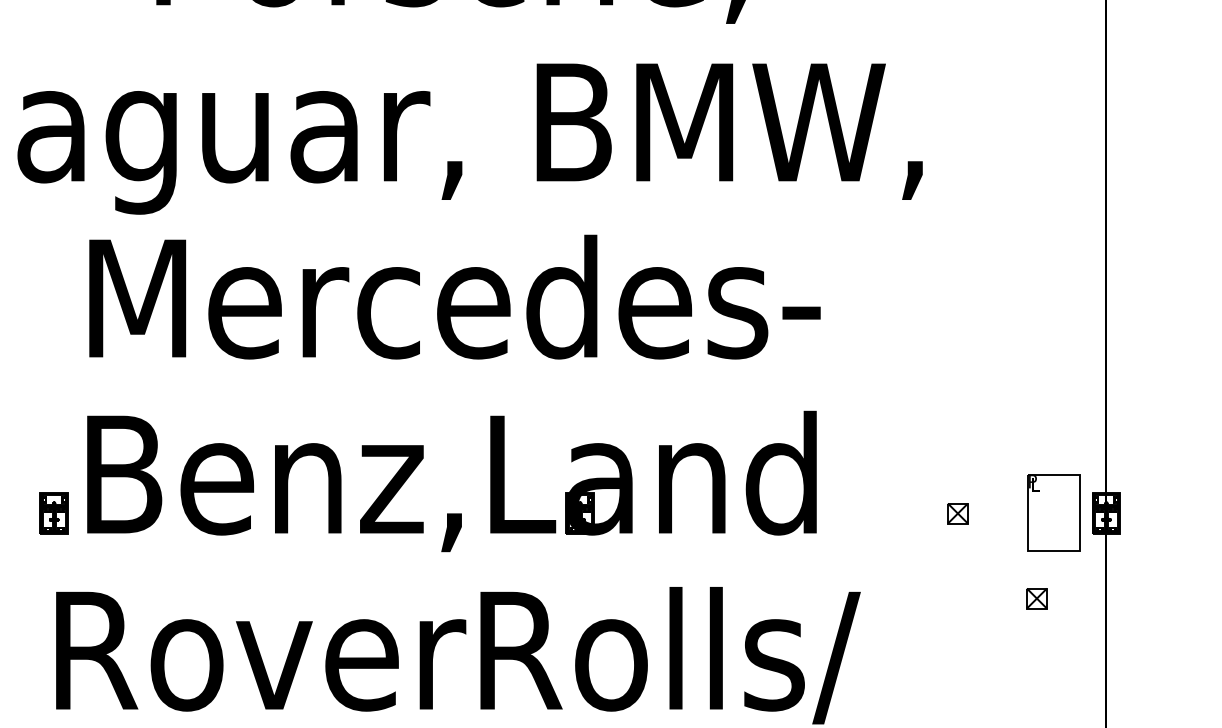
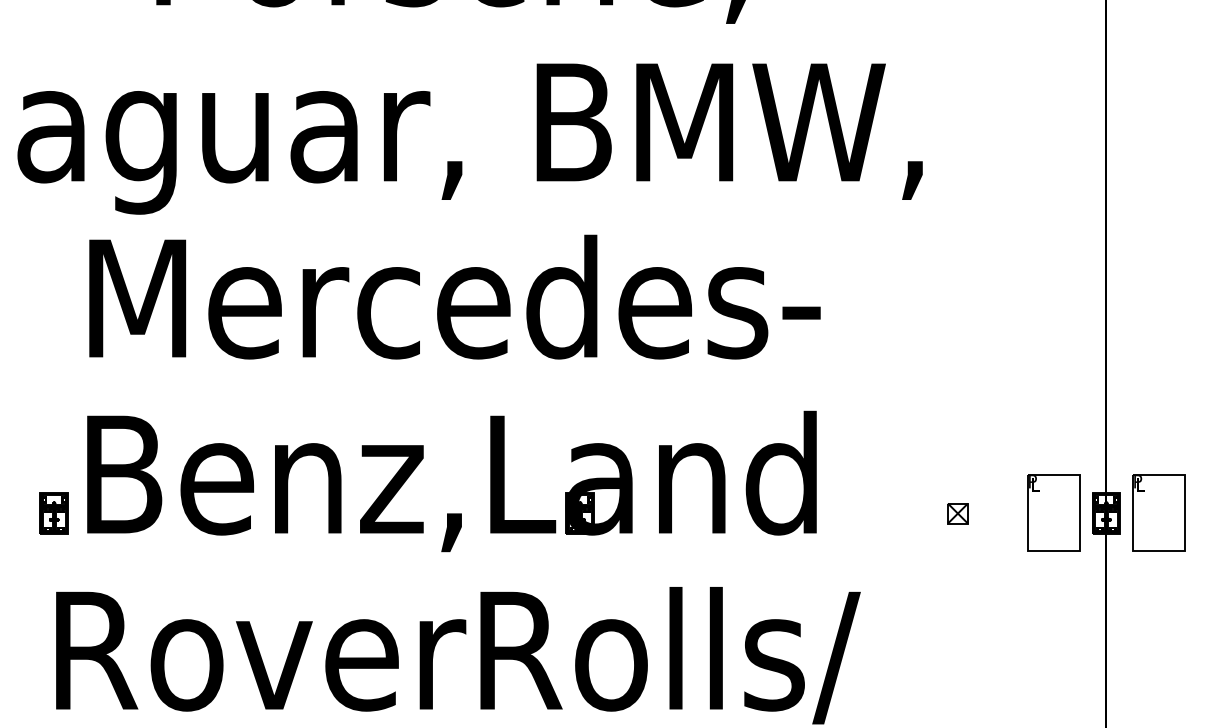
part at (1158, 512): none -> present
part at (1036, 598): present -> none
